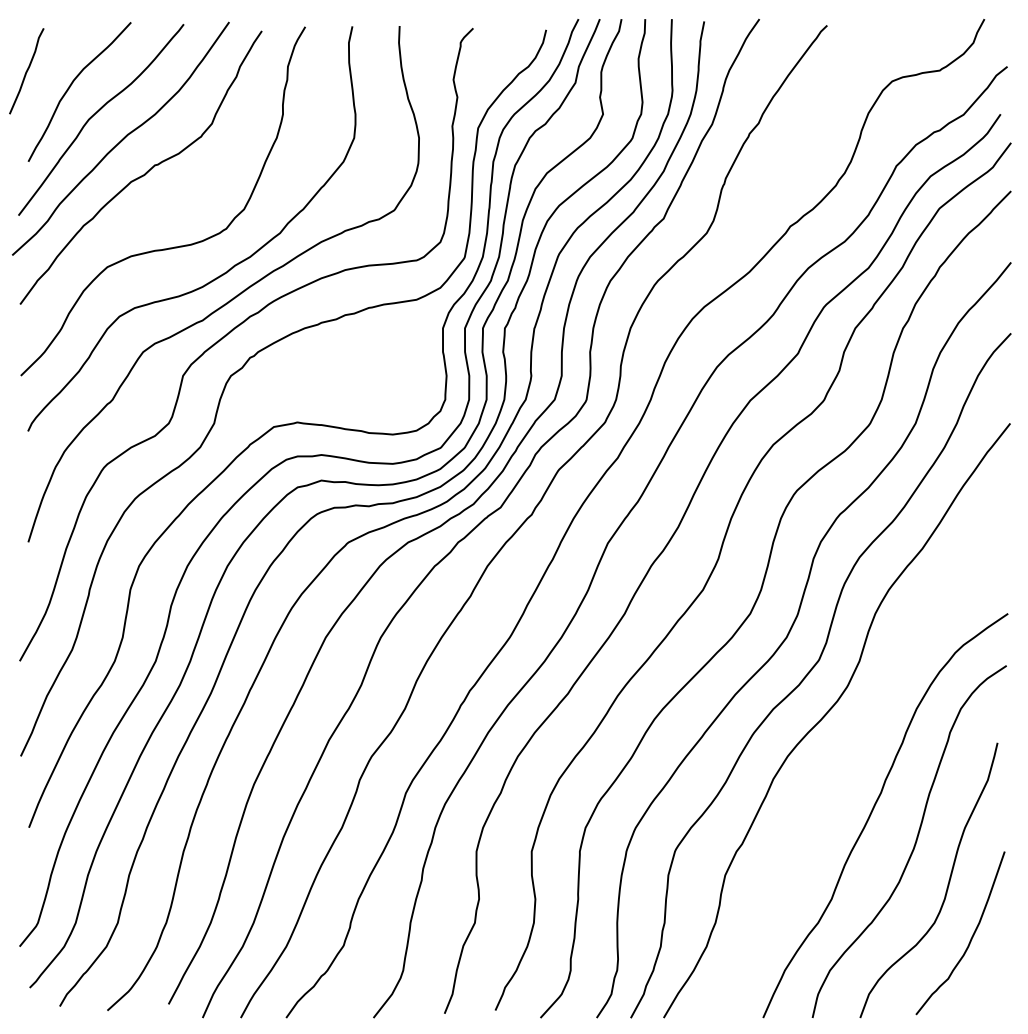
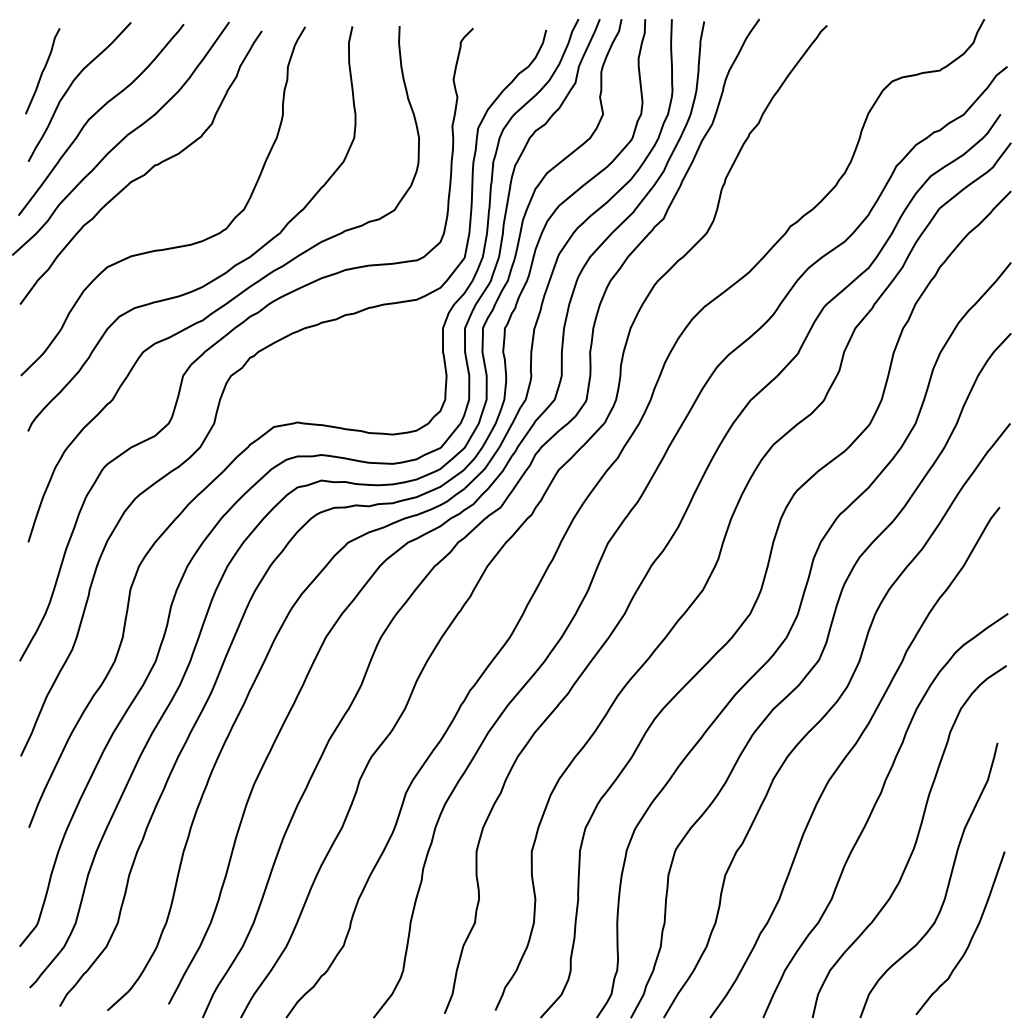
curve at (26, 71) position: (26, 71) -> (42, 71)
curve at (848, 755): none -> present
